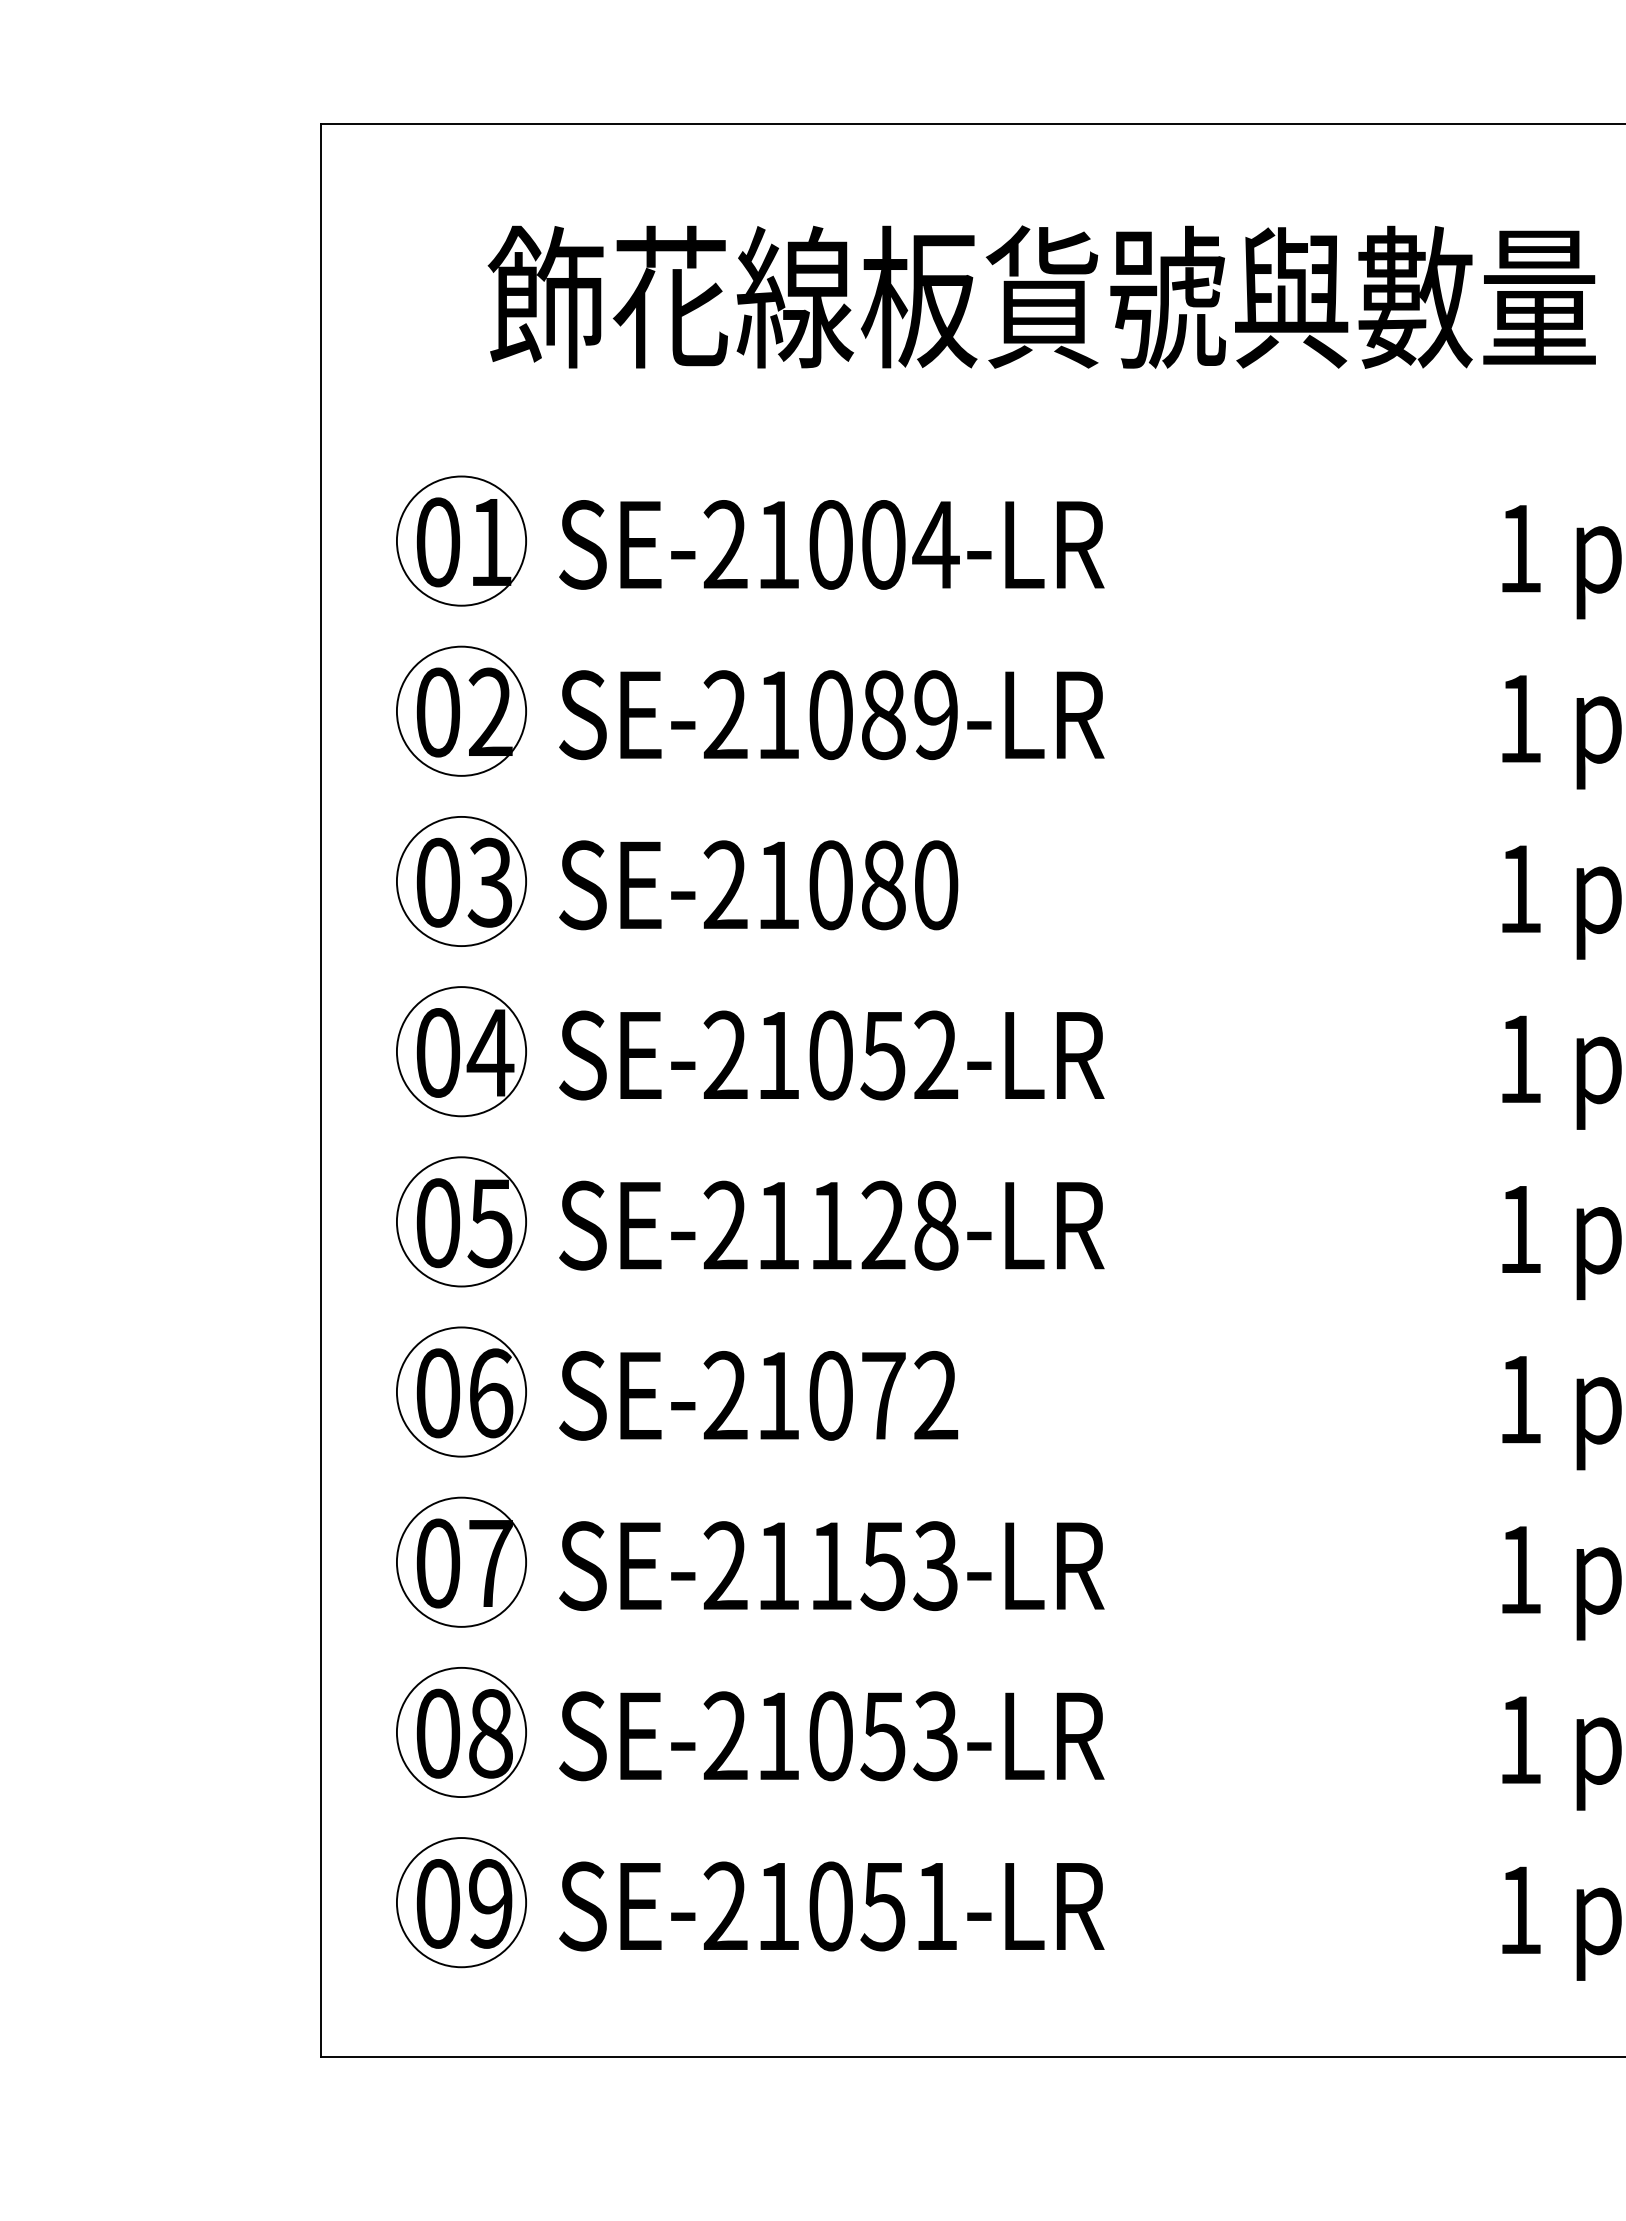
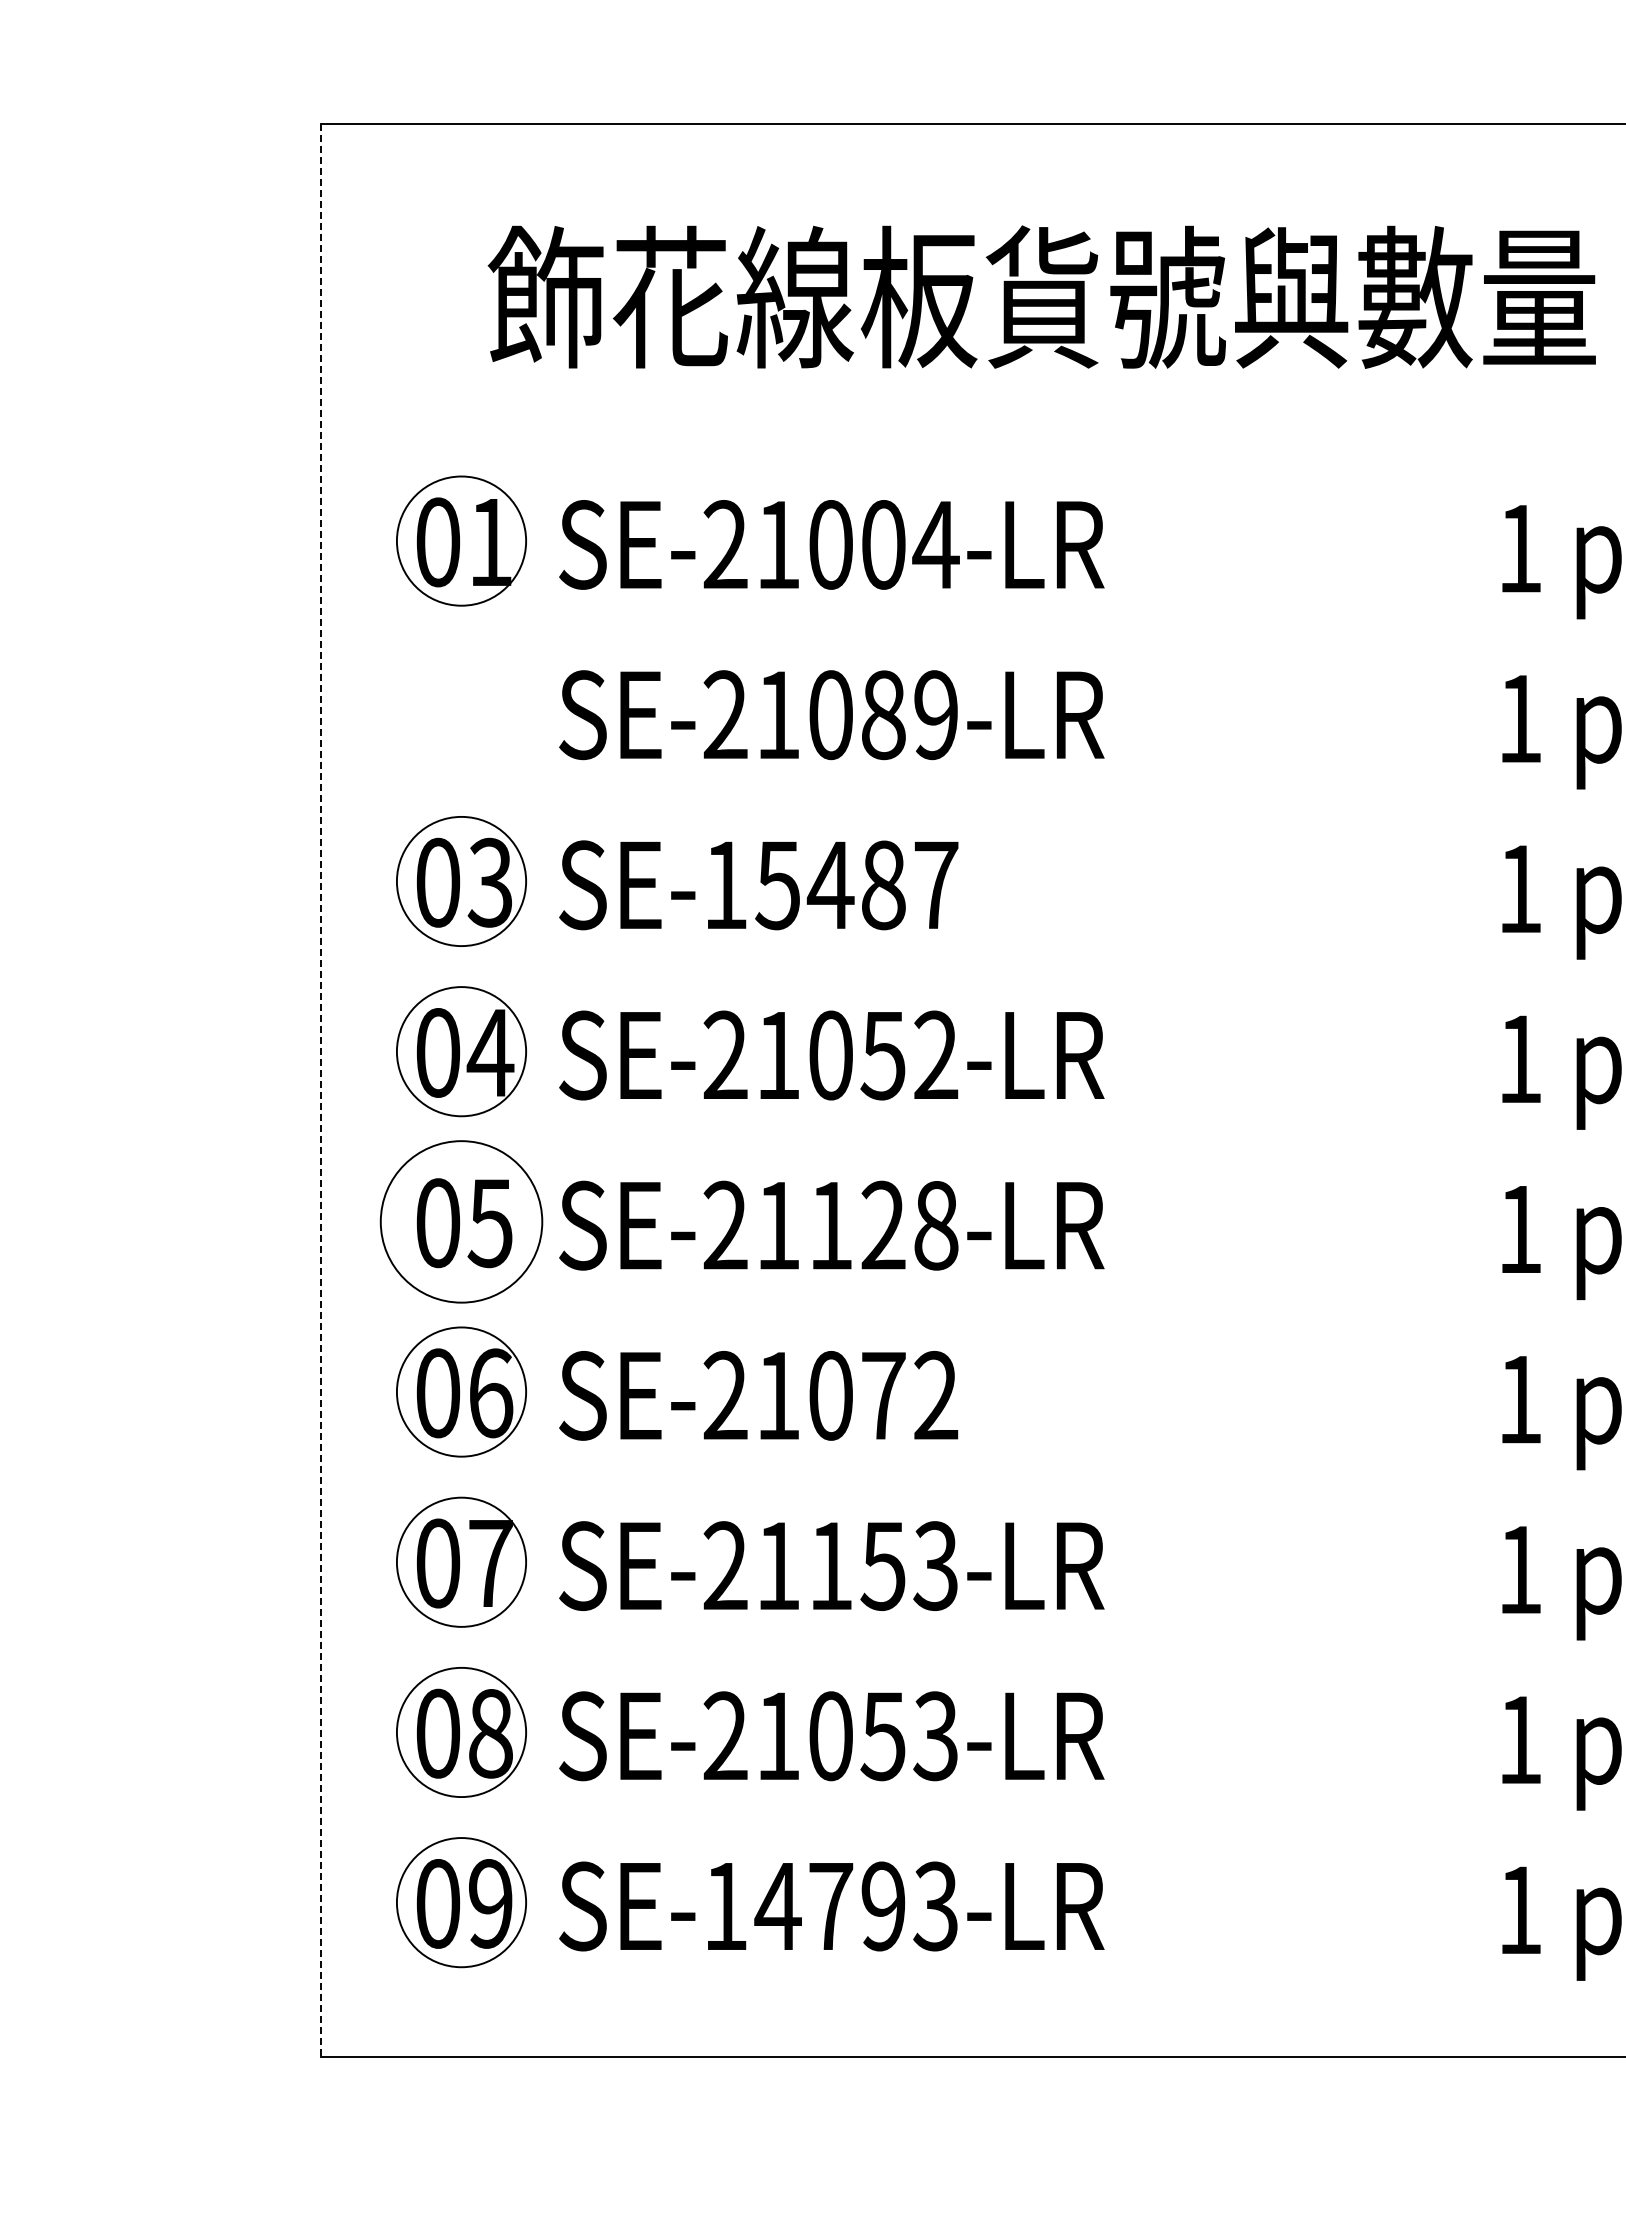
part at (461, 710): present -> none
text at (830, 885): SE-21080 -> SE-15487
line at (321, 1090): solid -> dashed
circle at (461, 1221) diameter: 129 px -> 162 px
text at (830, 1906): SE-21051-LR -> SE-14793-LR
